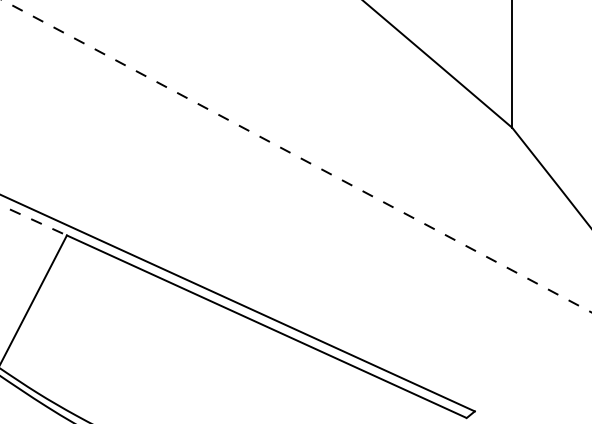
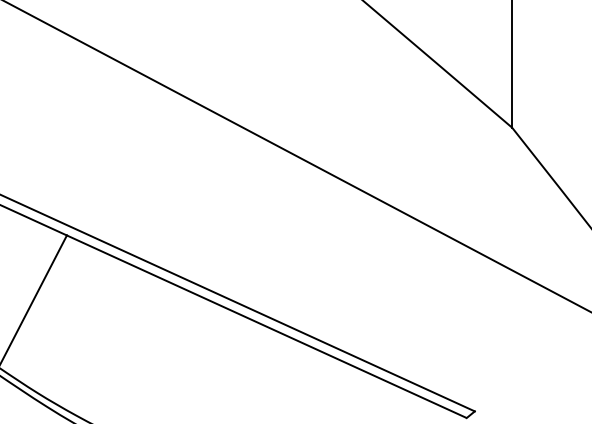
line at (297, 156): dashed -> solid
line at (34, 220): dashed -> solid
